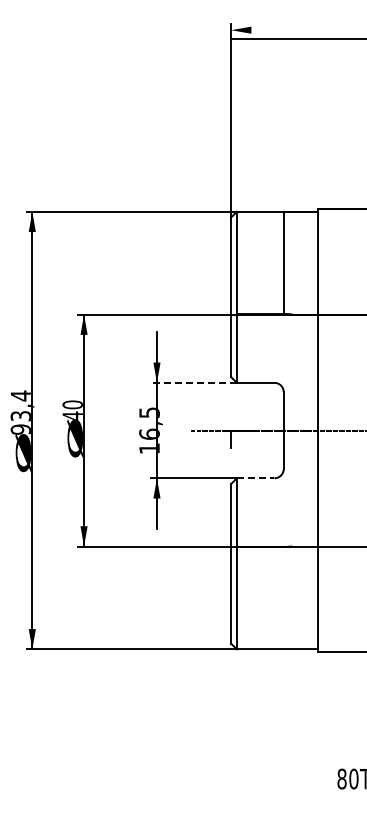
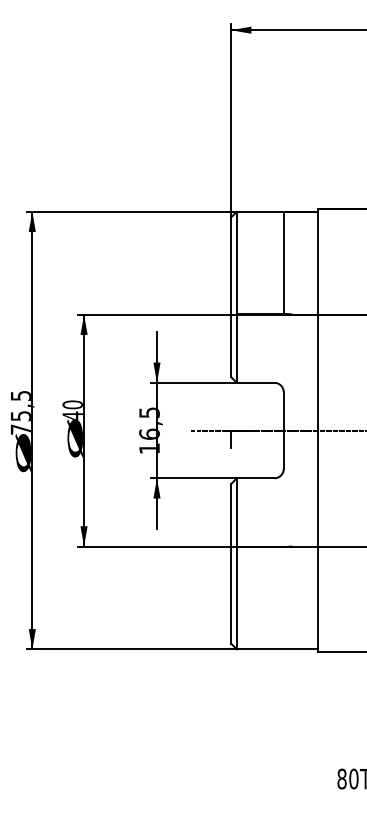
line at (297, 39) position: (297, 39) -> (297, 30)
line at (194, 382): dashed -> solid
text at (20, 412): 93,4 -> 75,5
line at (255, 478): dashed -> solid
